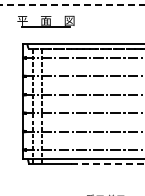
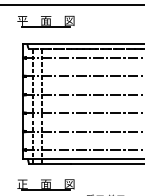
line at (72, 5): dashed -> solid
line at (107, 163): dashed -> solid
part at (45, 184): none -> present
